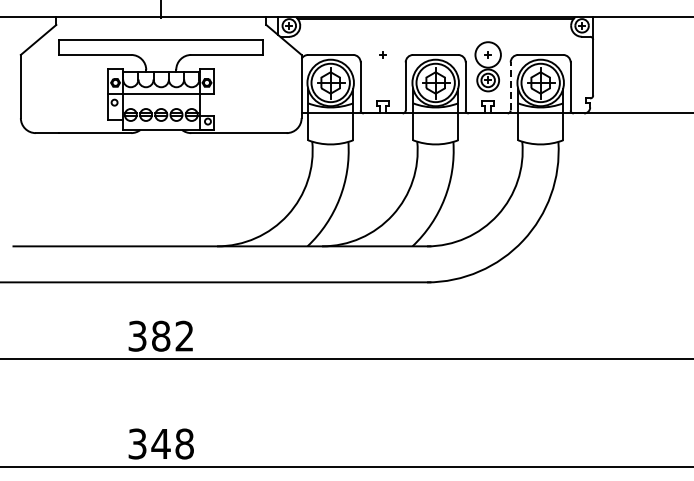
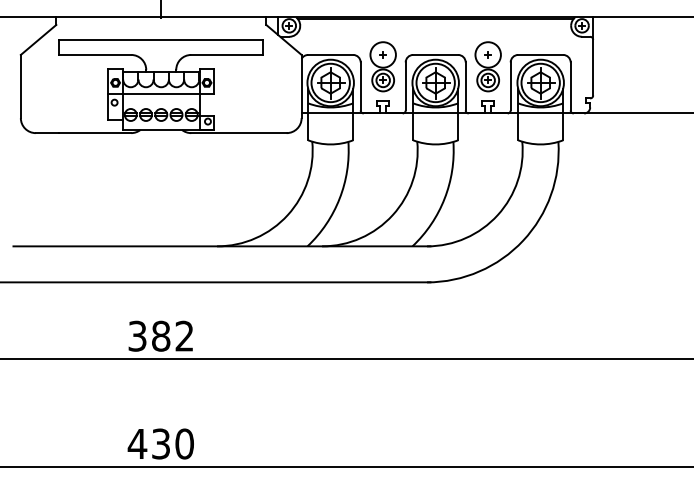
part at (382, 66): none -> present
line at (510, 86): dashed -> solid
text at (160, 443): 348 -> 430
